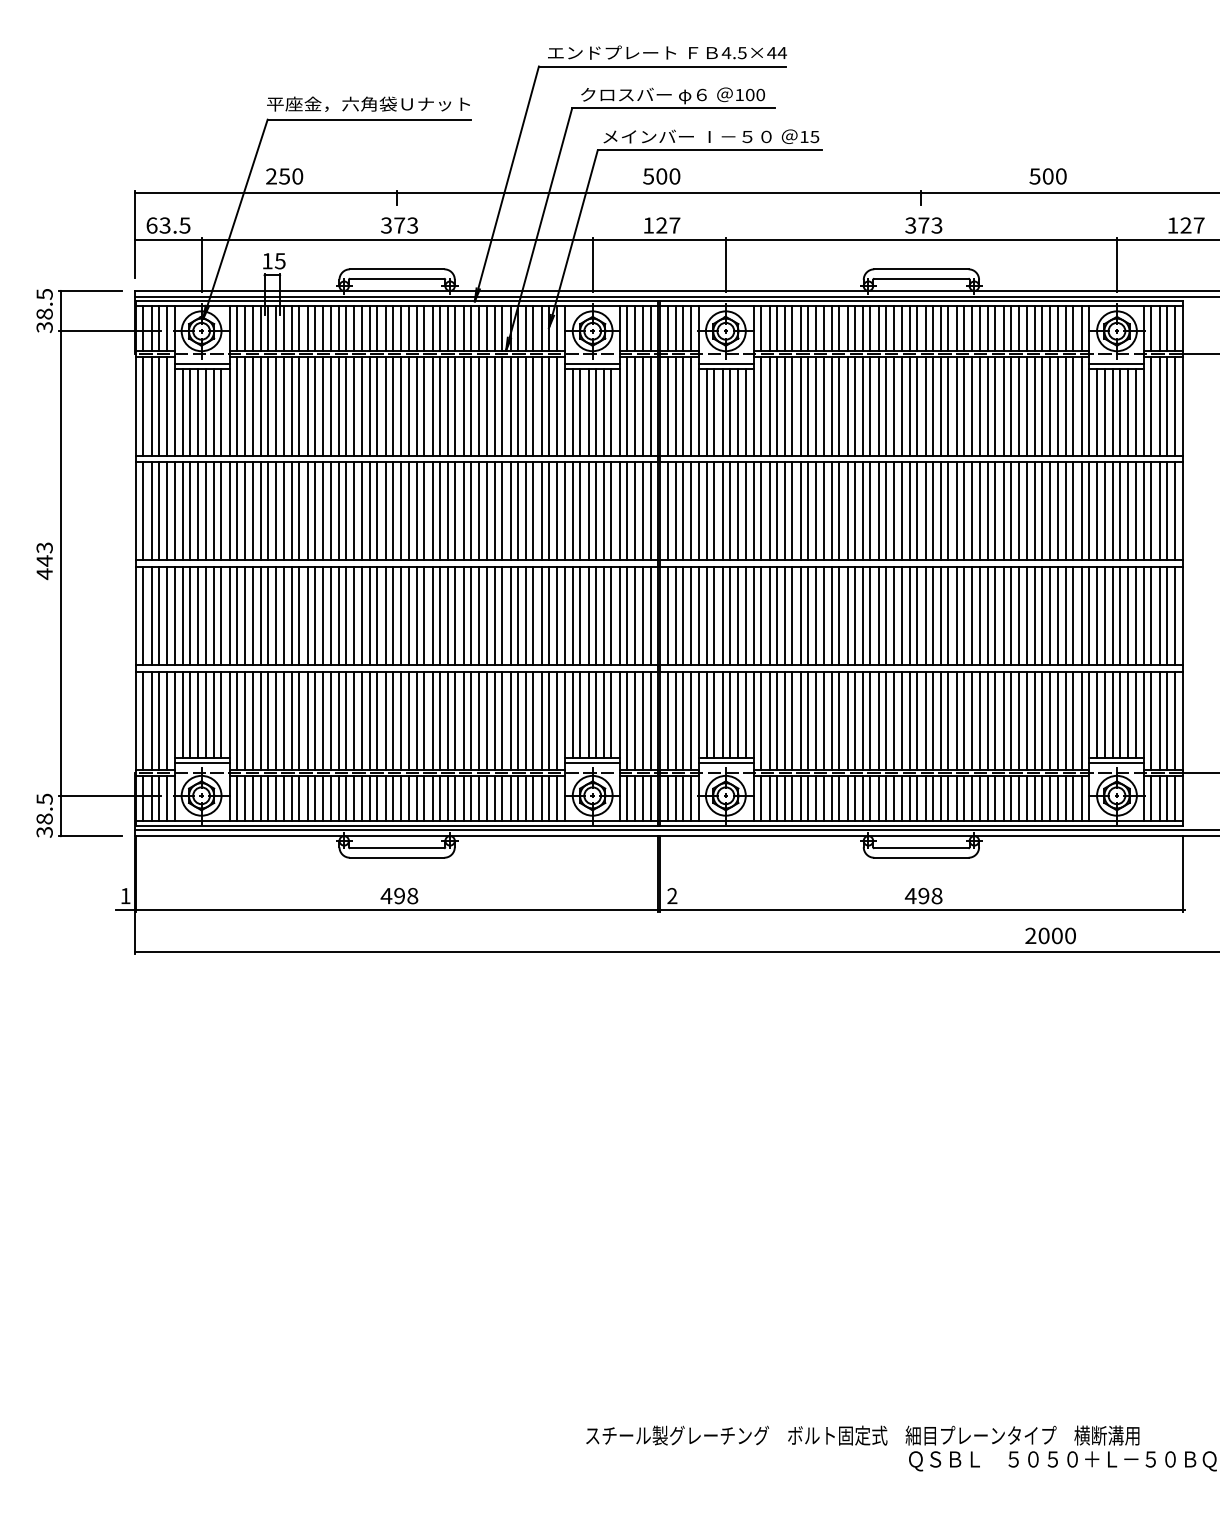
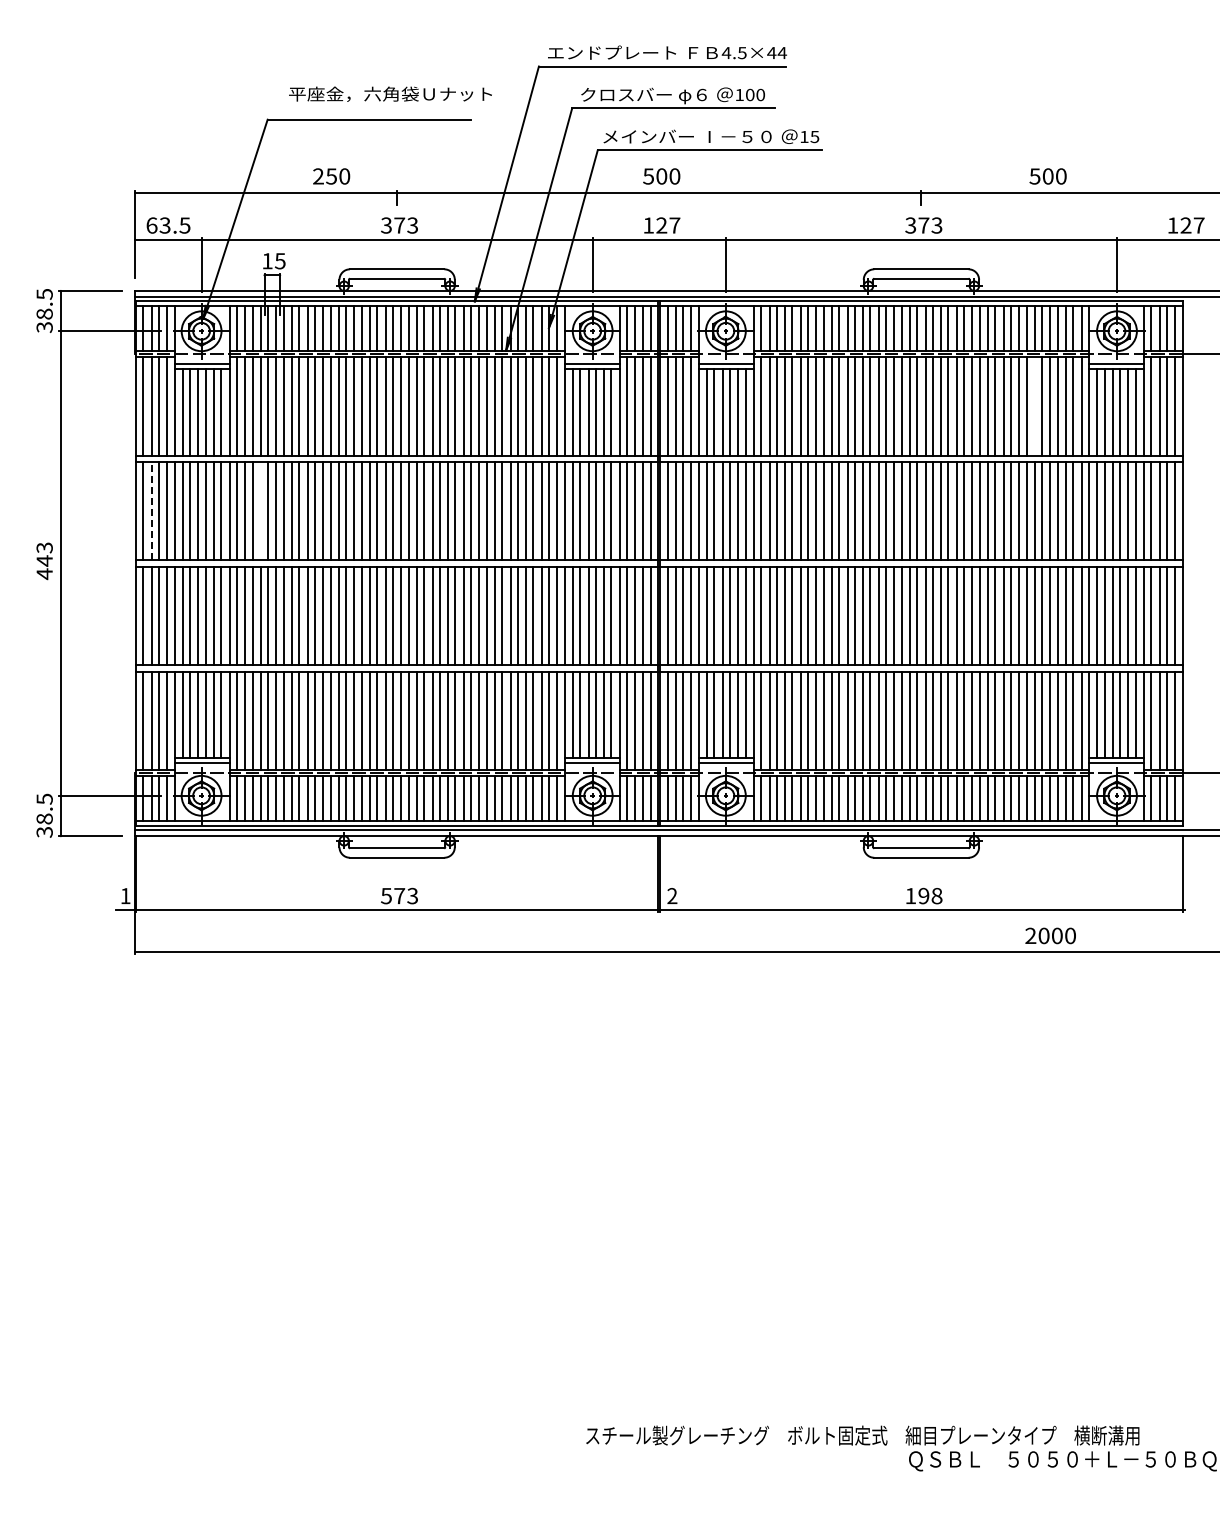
text at (368, 103) position: (368, 103) -> (390, 93)
text at (284, 176) position: (284, 176) -> (331, 176)
line at (1034, 405): present -> none
line at (151, 510): solid -> dashed
line at (260, 510): present -> none
text at (399, 895): 498 -> 573
text at (910, 896): 498 -> 198
